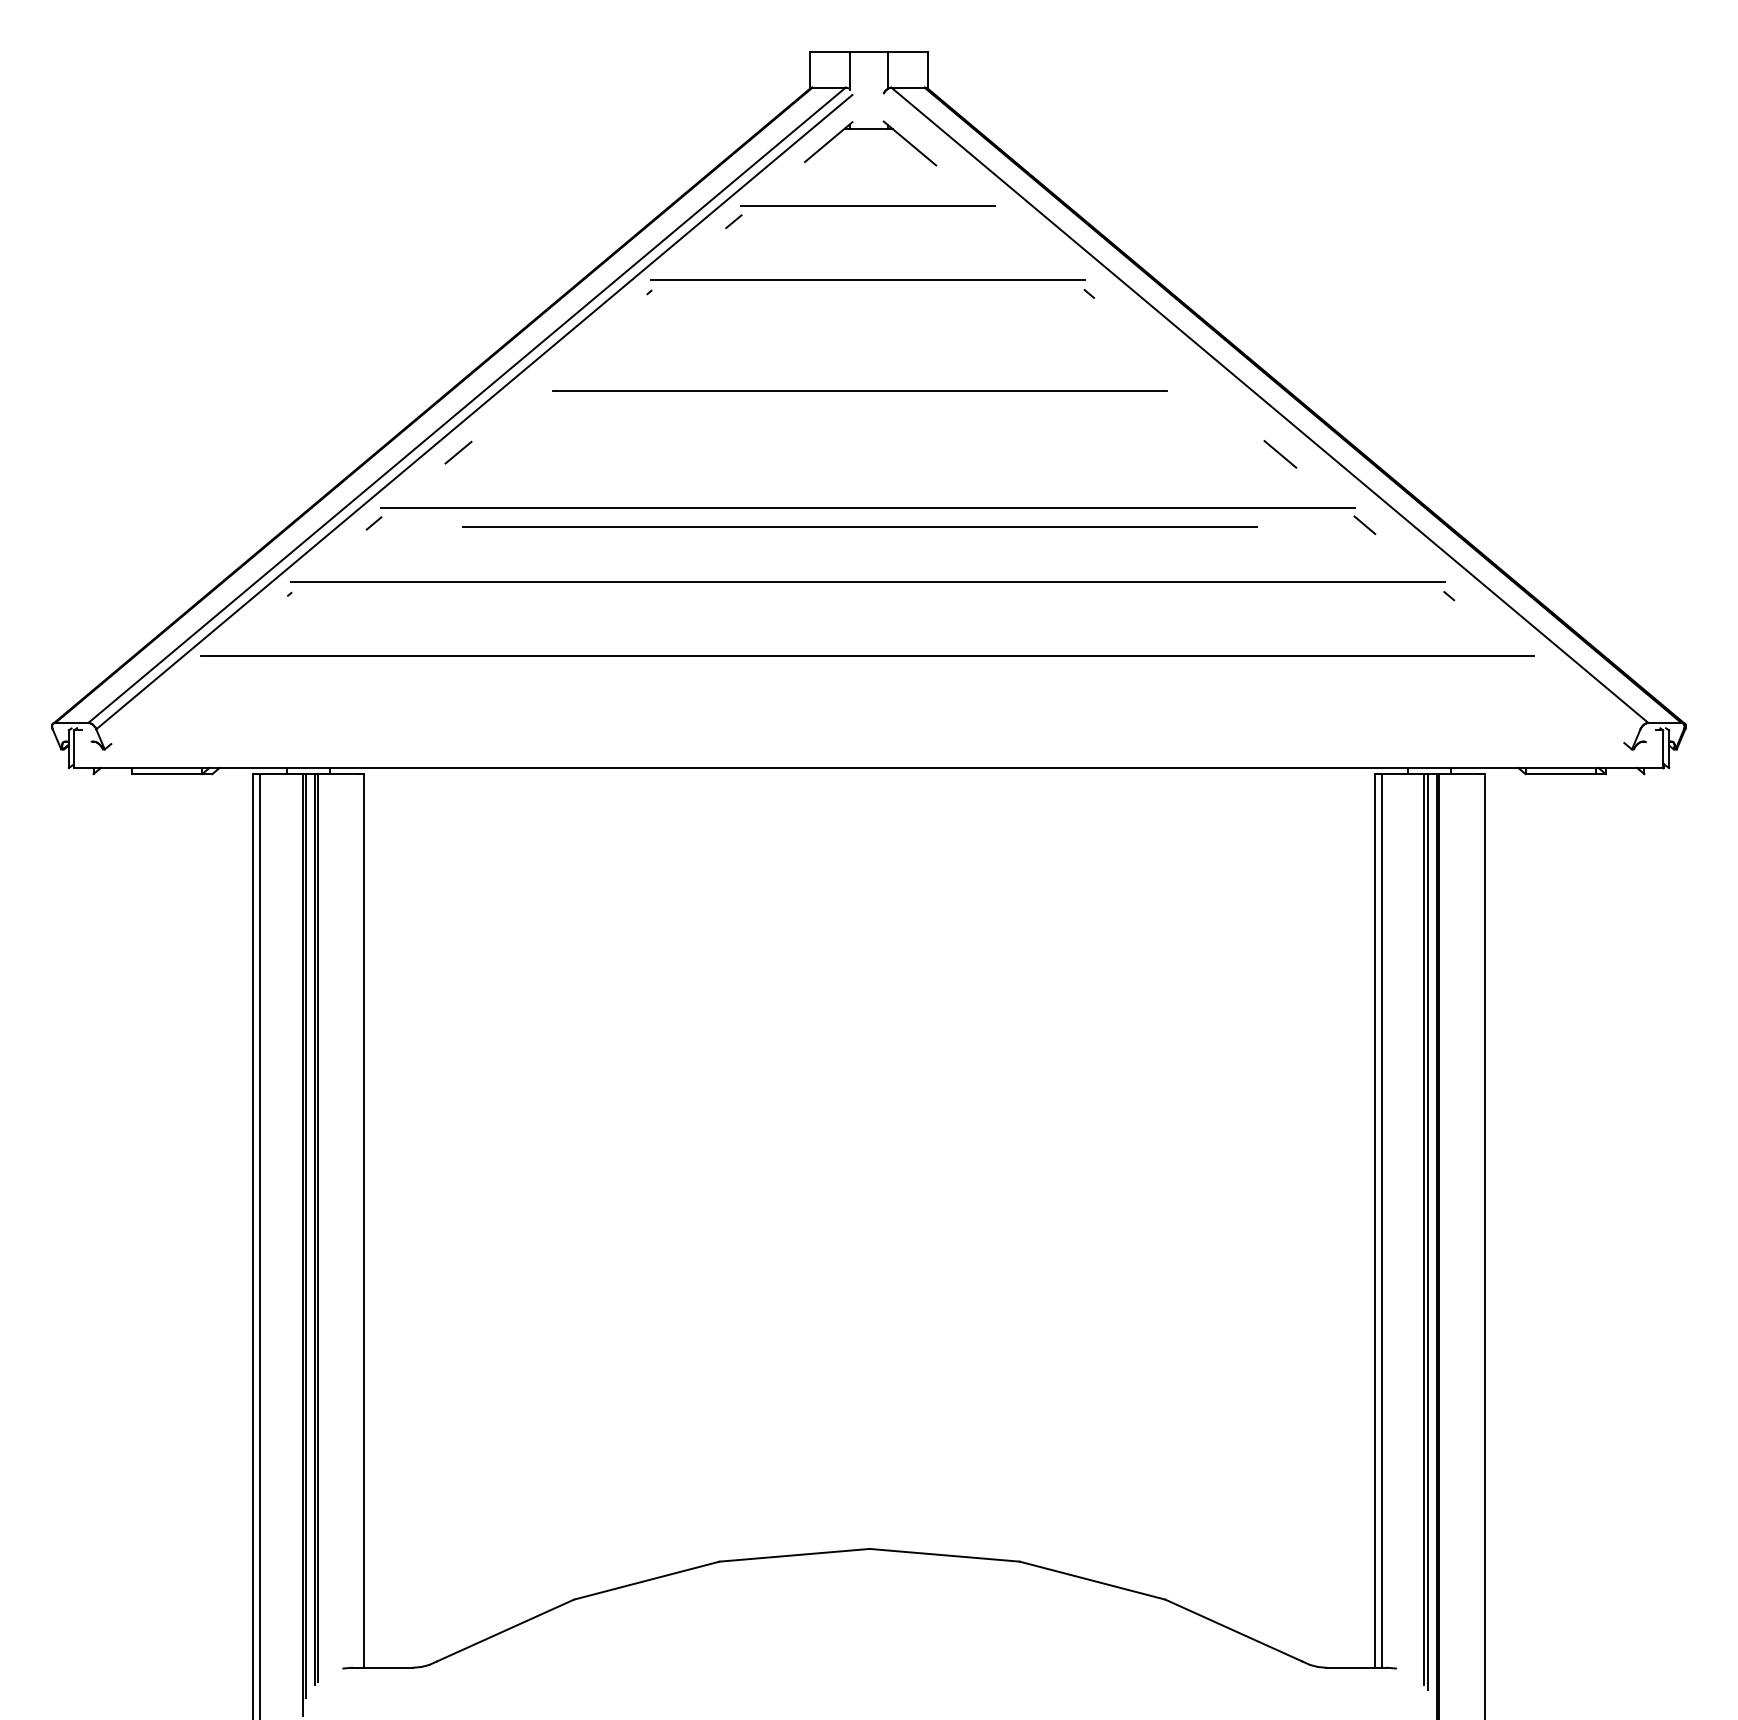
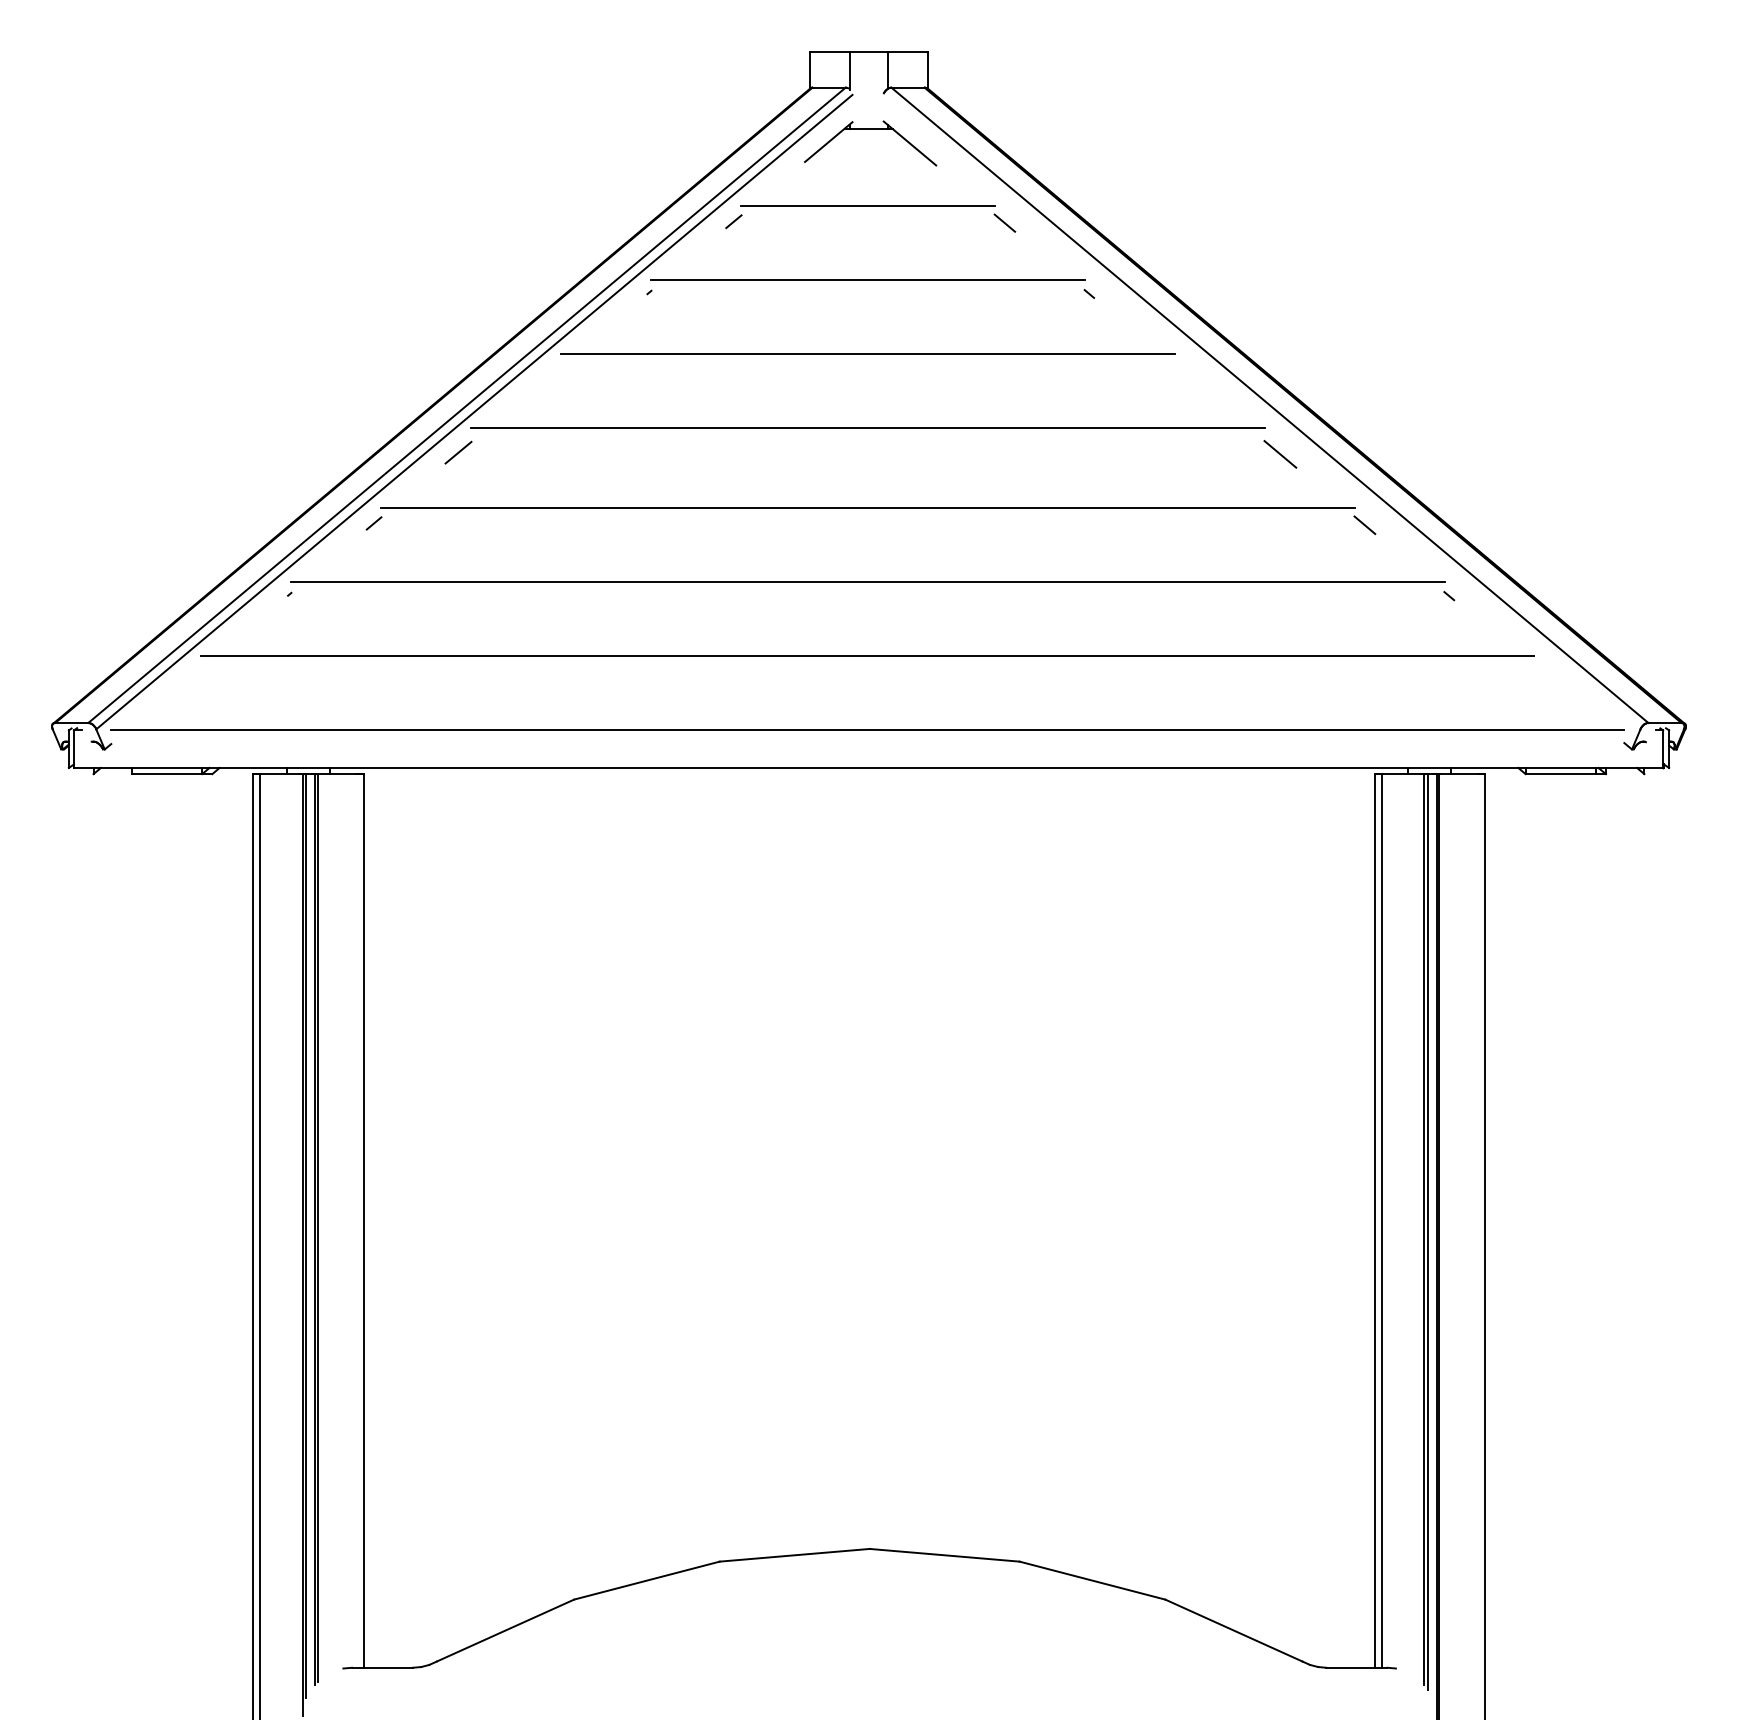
line at (1004, 222): none -> present
line at (859, 390) position: (859, 390) -> (867, 353)
line at (859, 526) position: (859, 526) -> (867, 427)
line at (867, 730): none -> present
